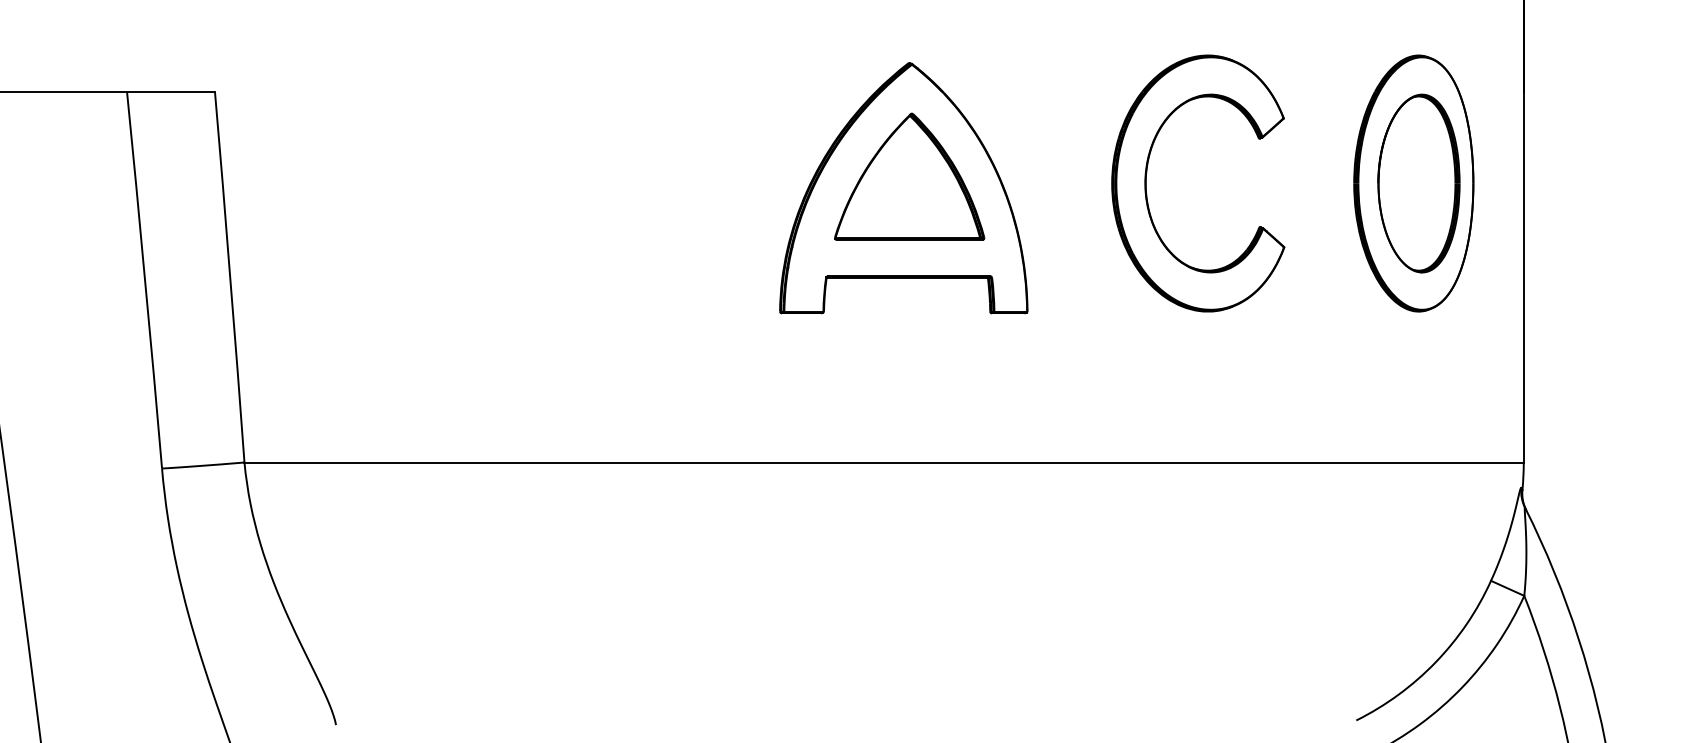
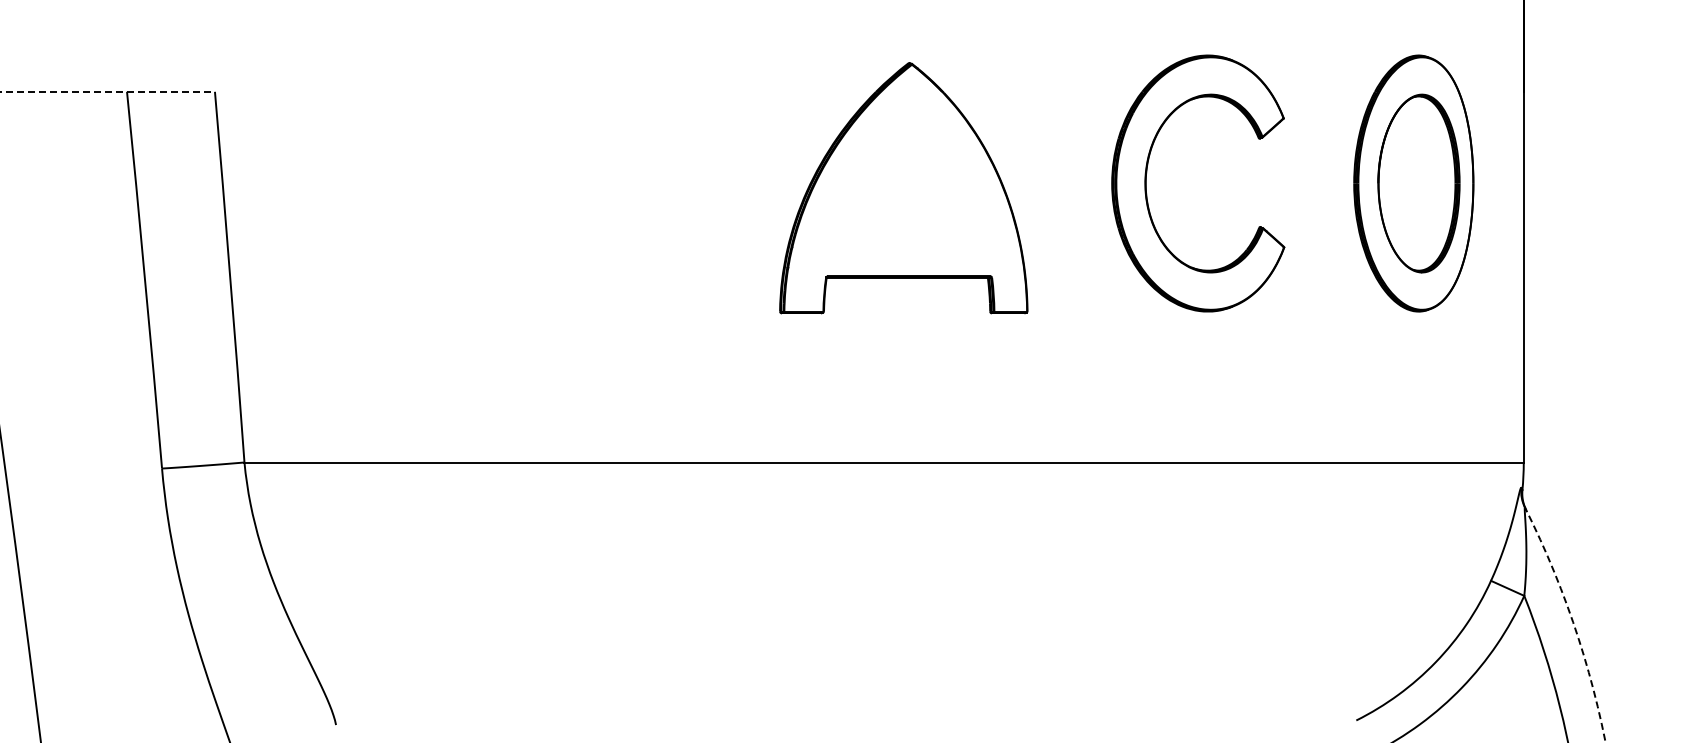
line at (108, 91): solid -> dashed
part at (909, 176): present -> none
arc at (1573, 622): solid -> dashed
